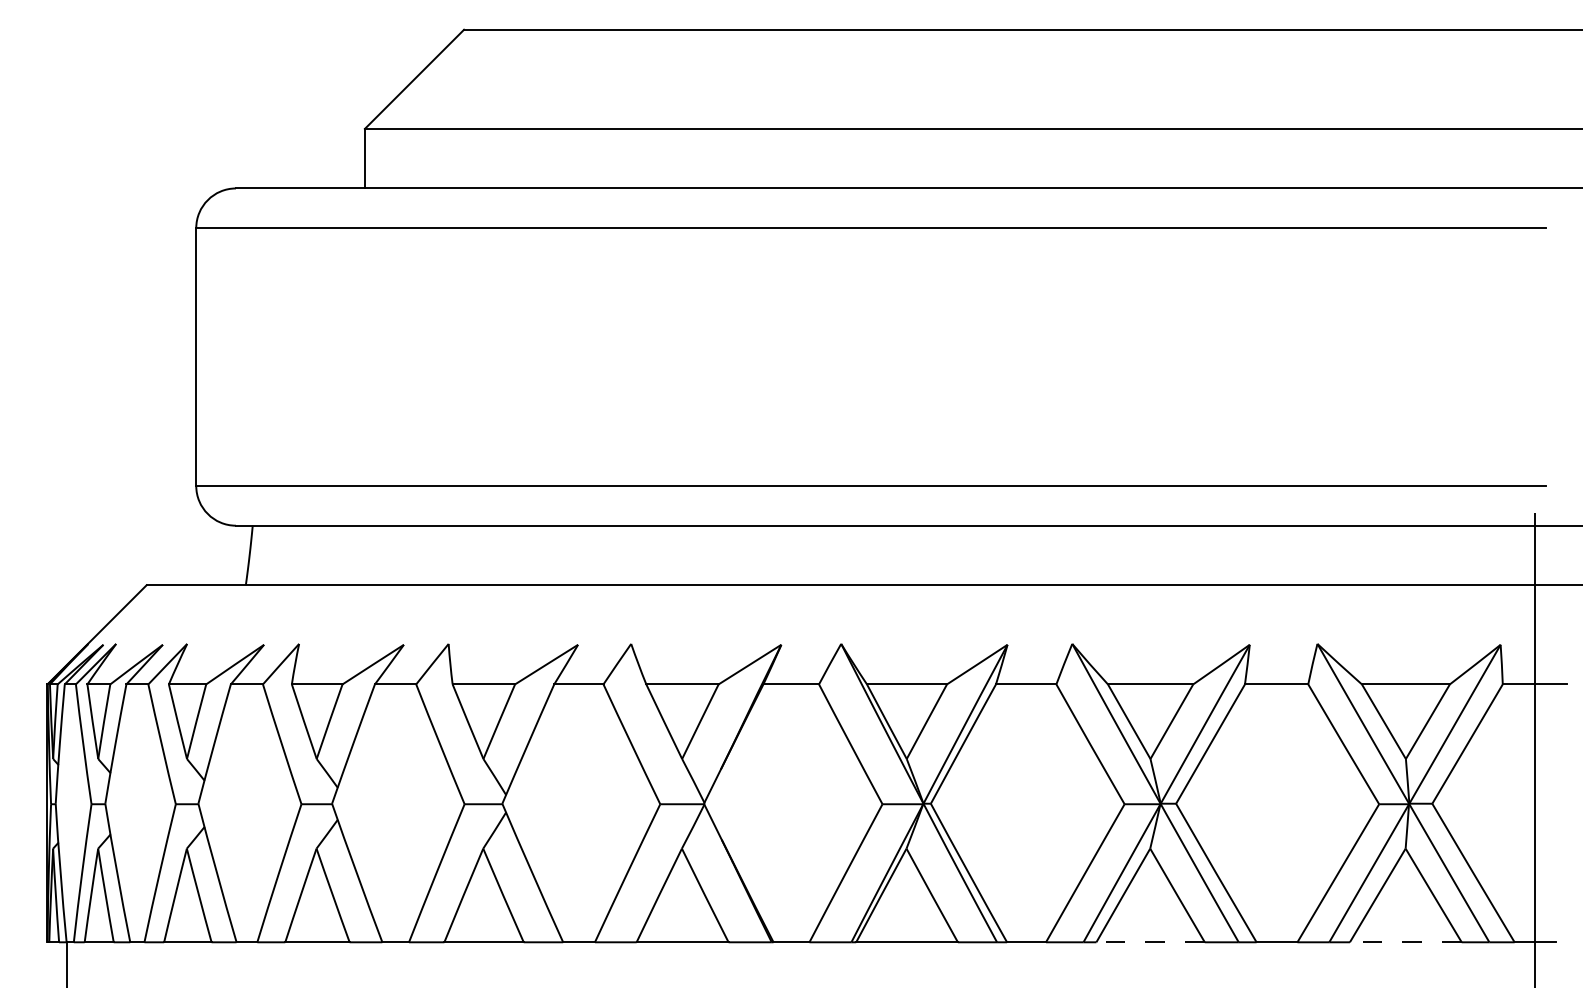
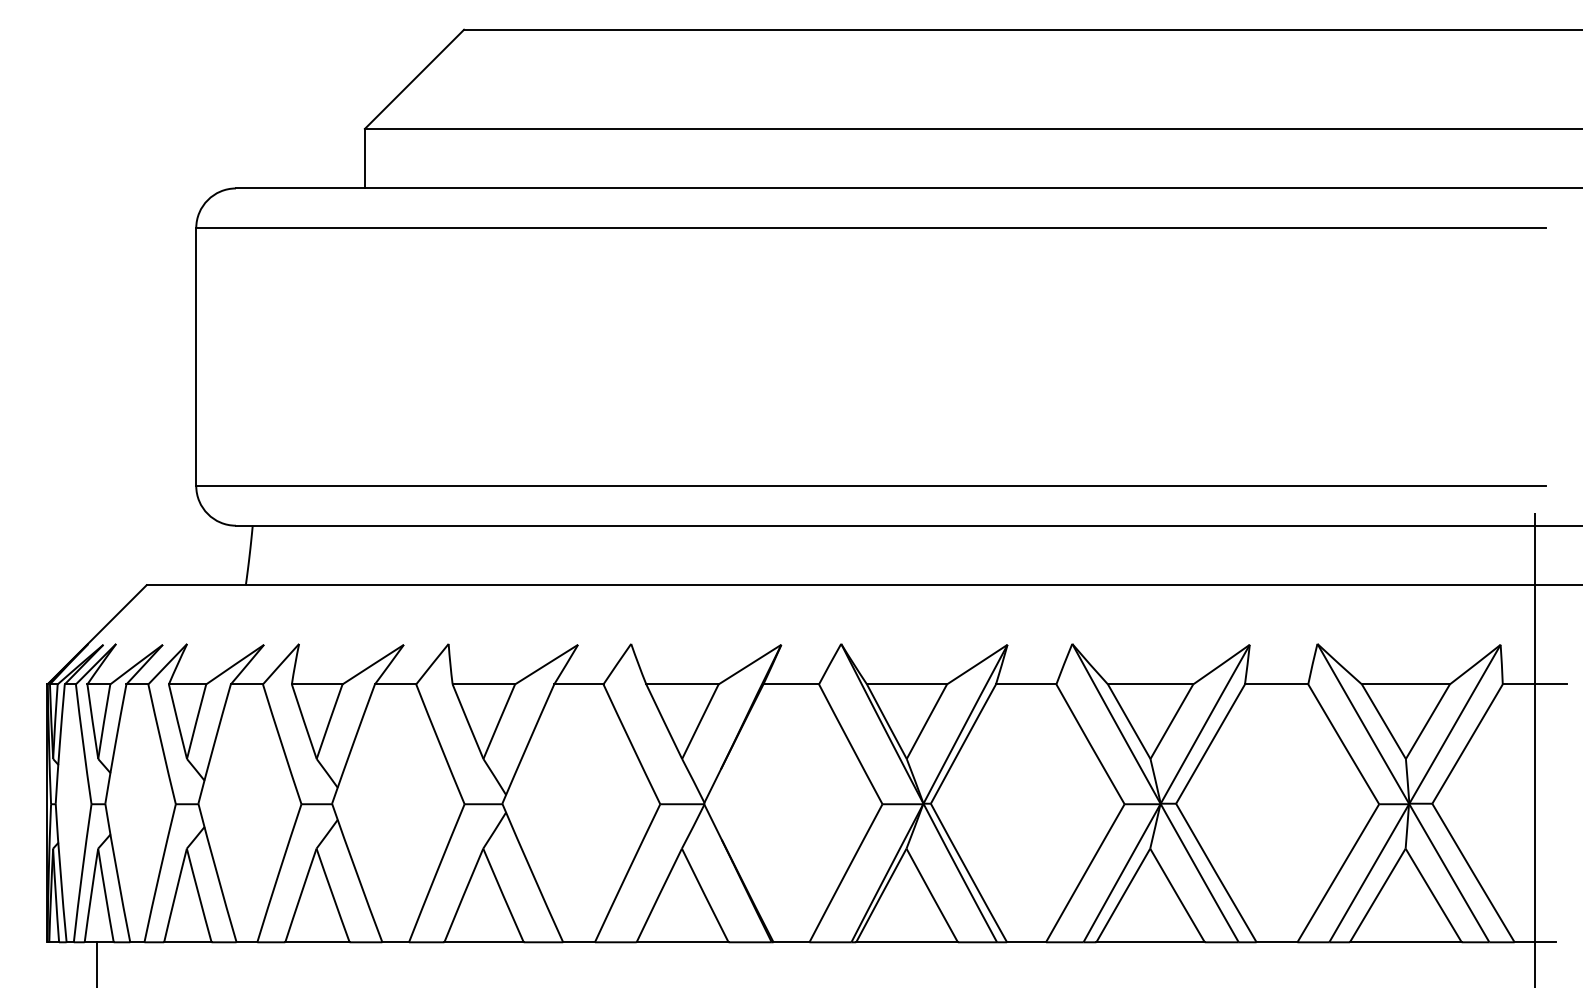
line at (1150, 942): dashed -> solid
line at (1405, 942): dashed -> solid
line at (67, 963) position: (67, 963) -> (97, 963)
